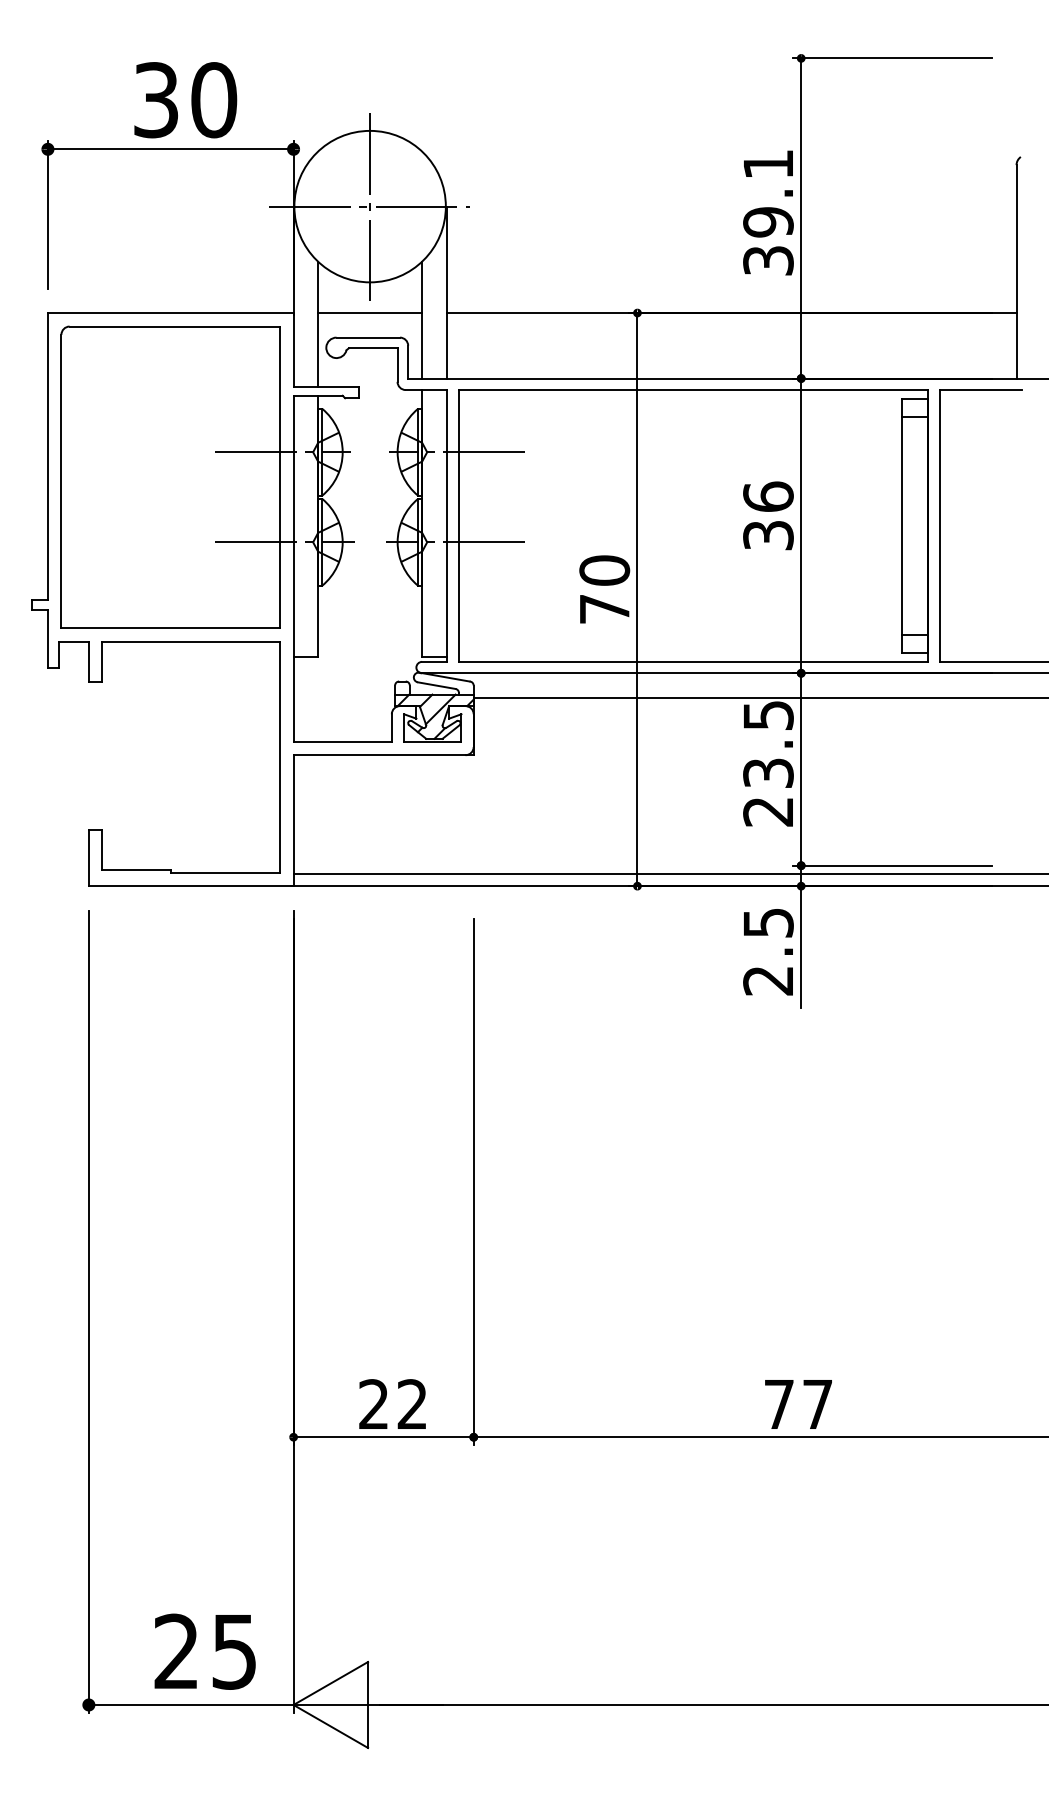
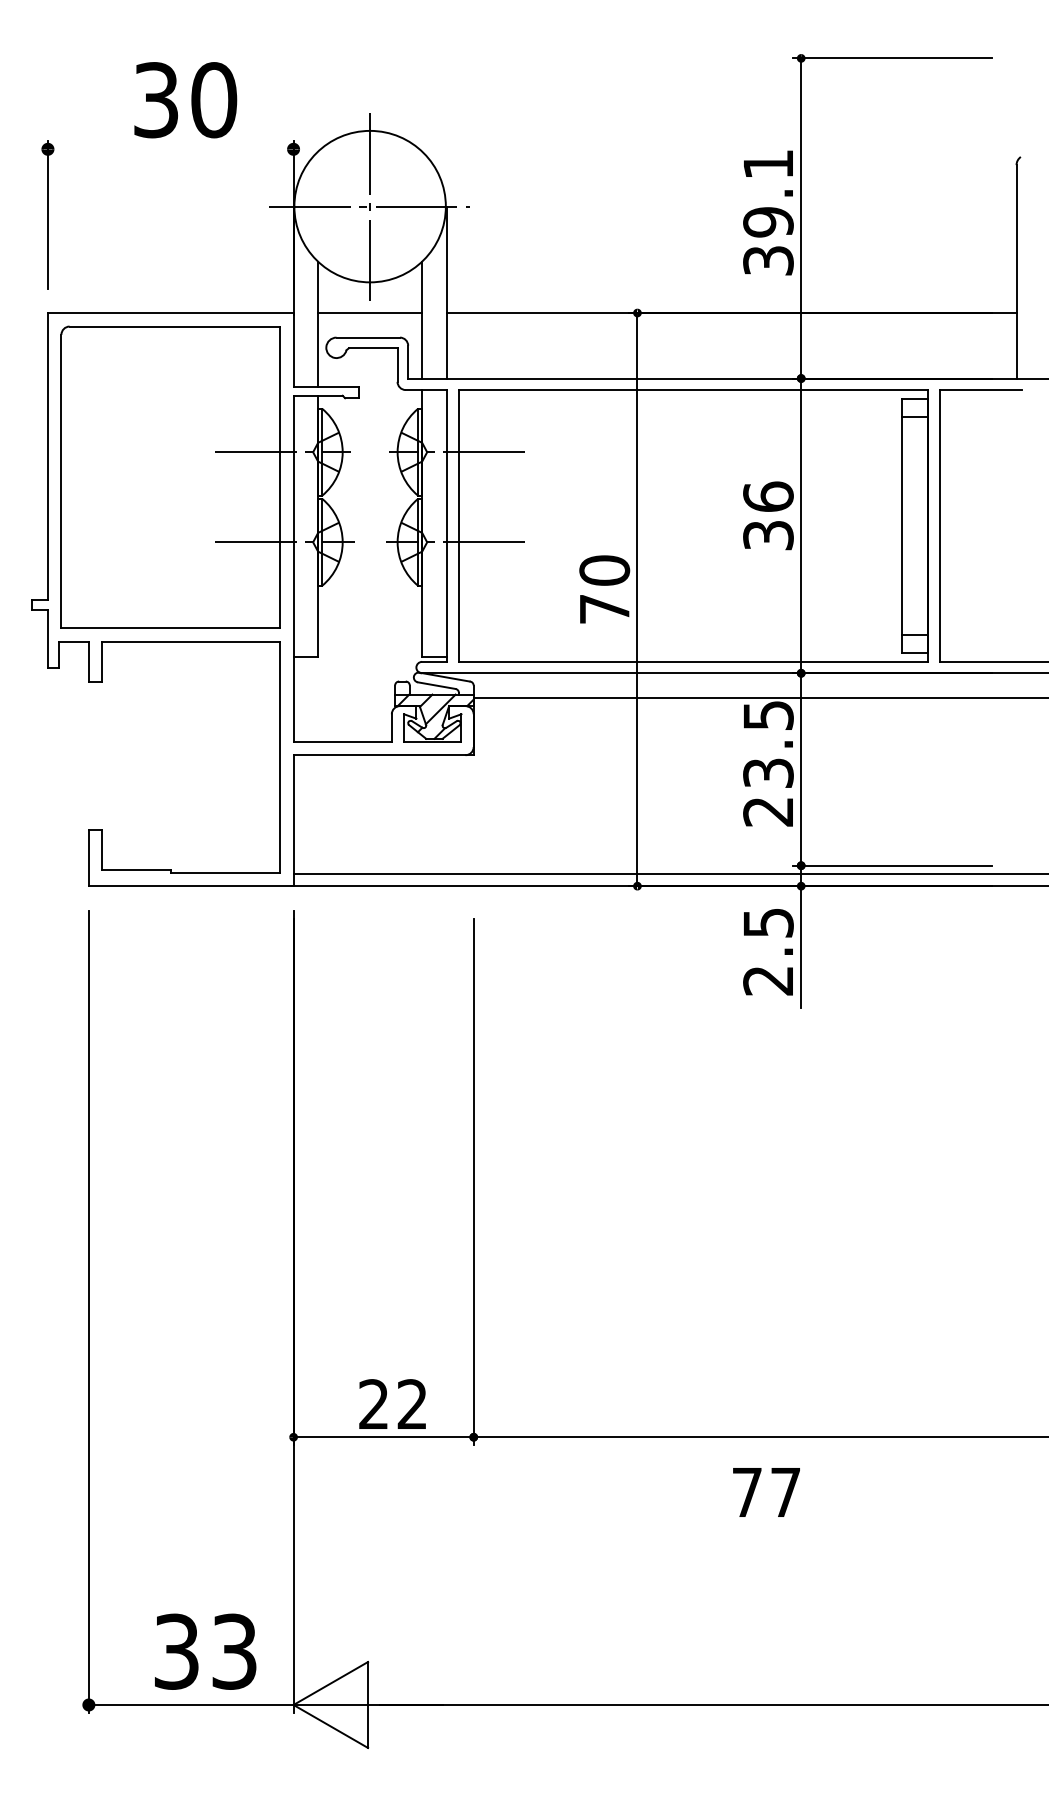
line at (170, 149): present -> none
text at (798, 1404) position: (798, 1404) -> (766, 1492)
text at (205, 1651): 25 -> 33
